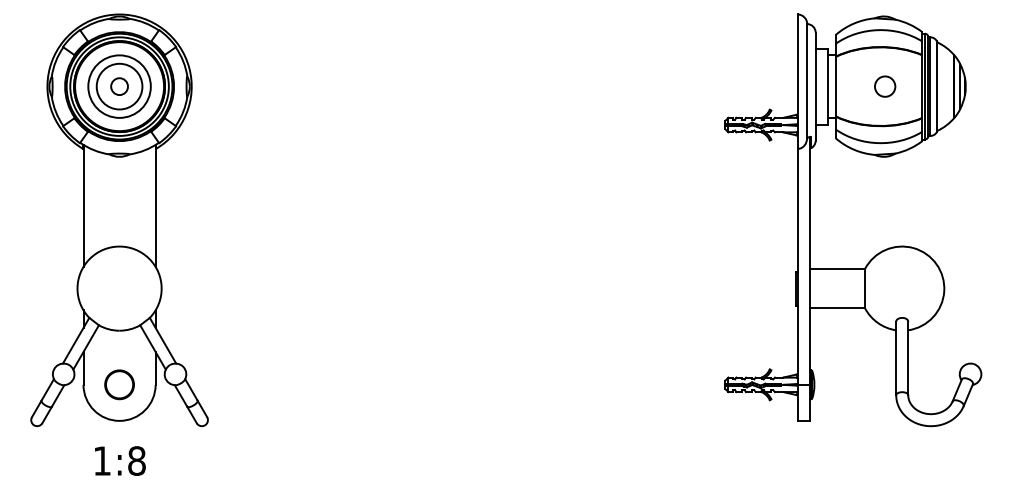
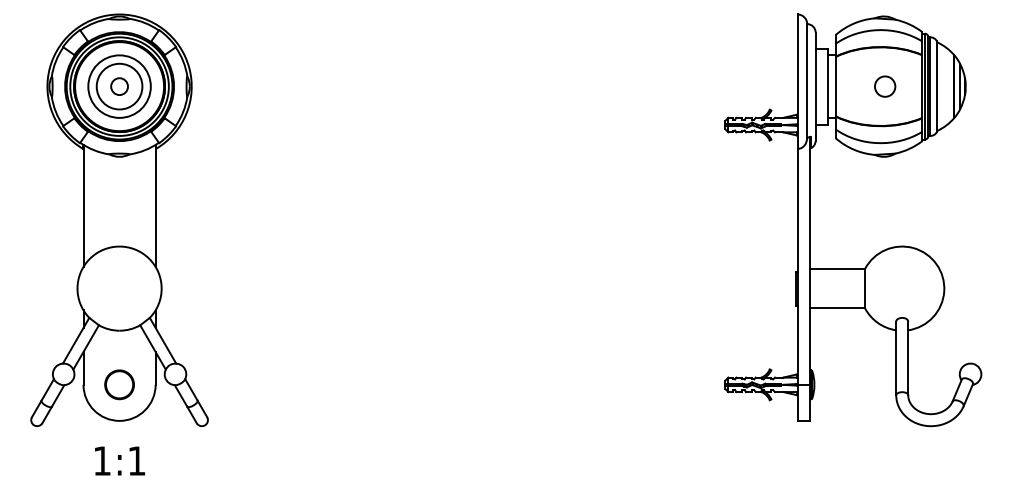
text at (136, 460): 1:8 -> 1:1
